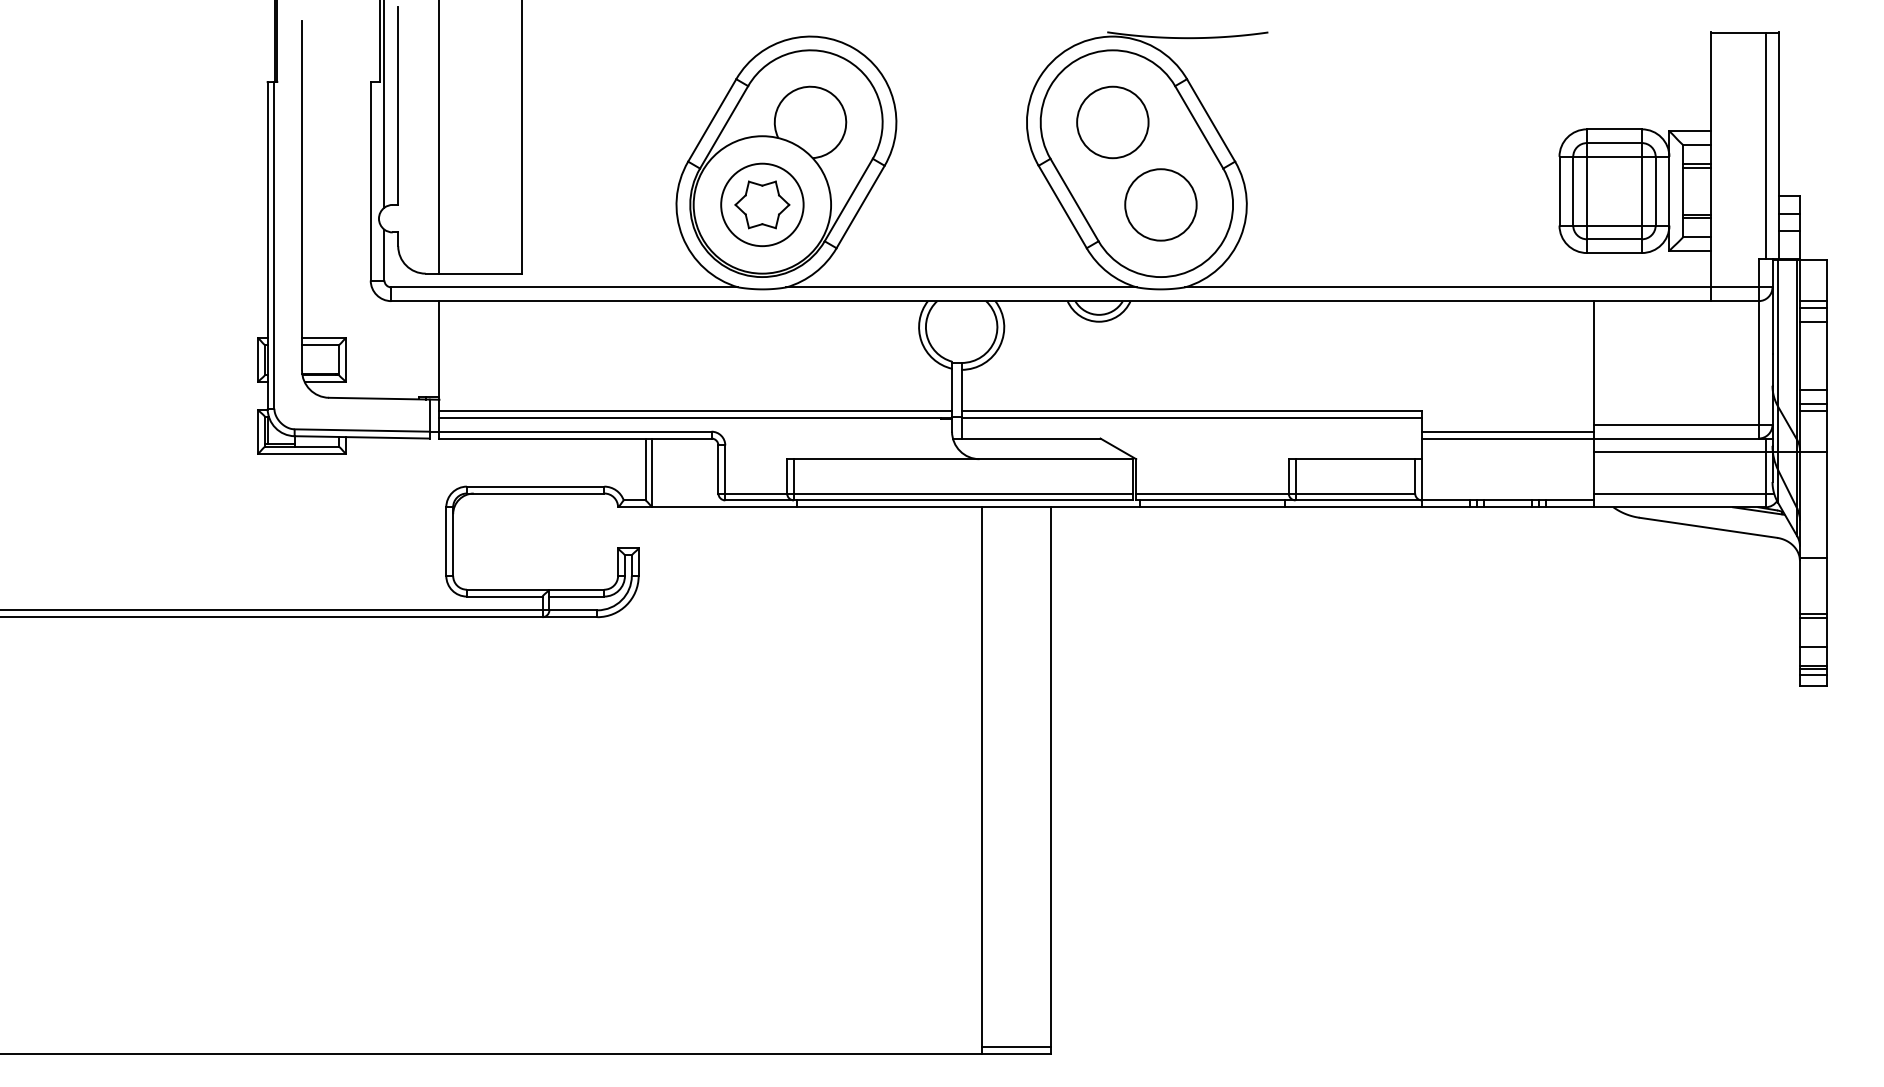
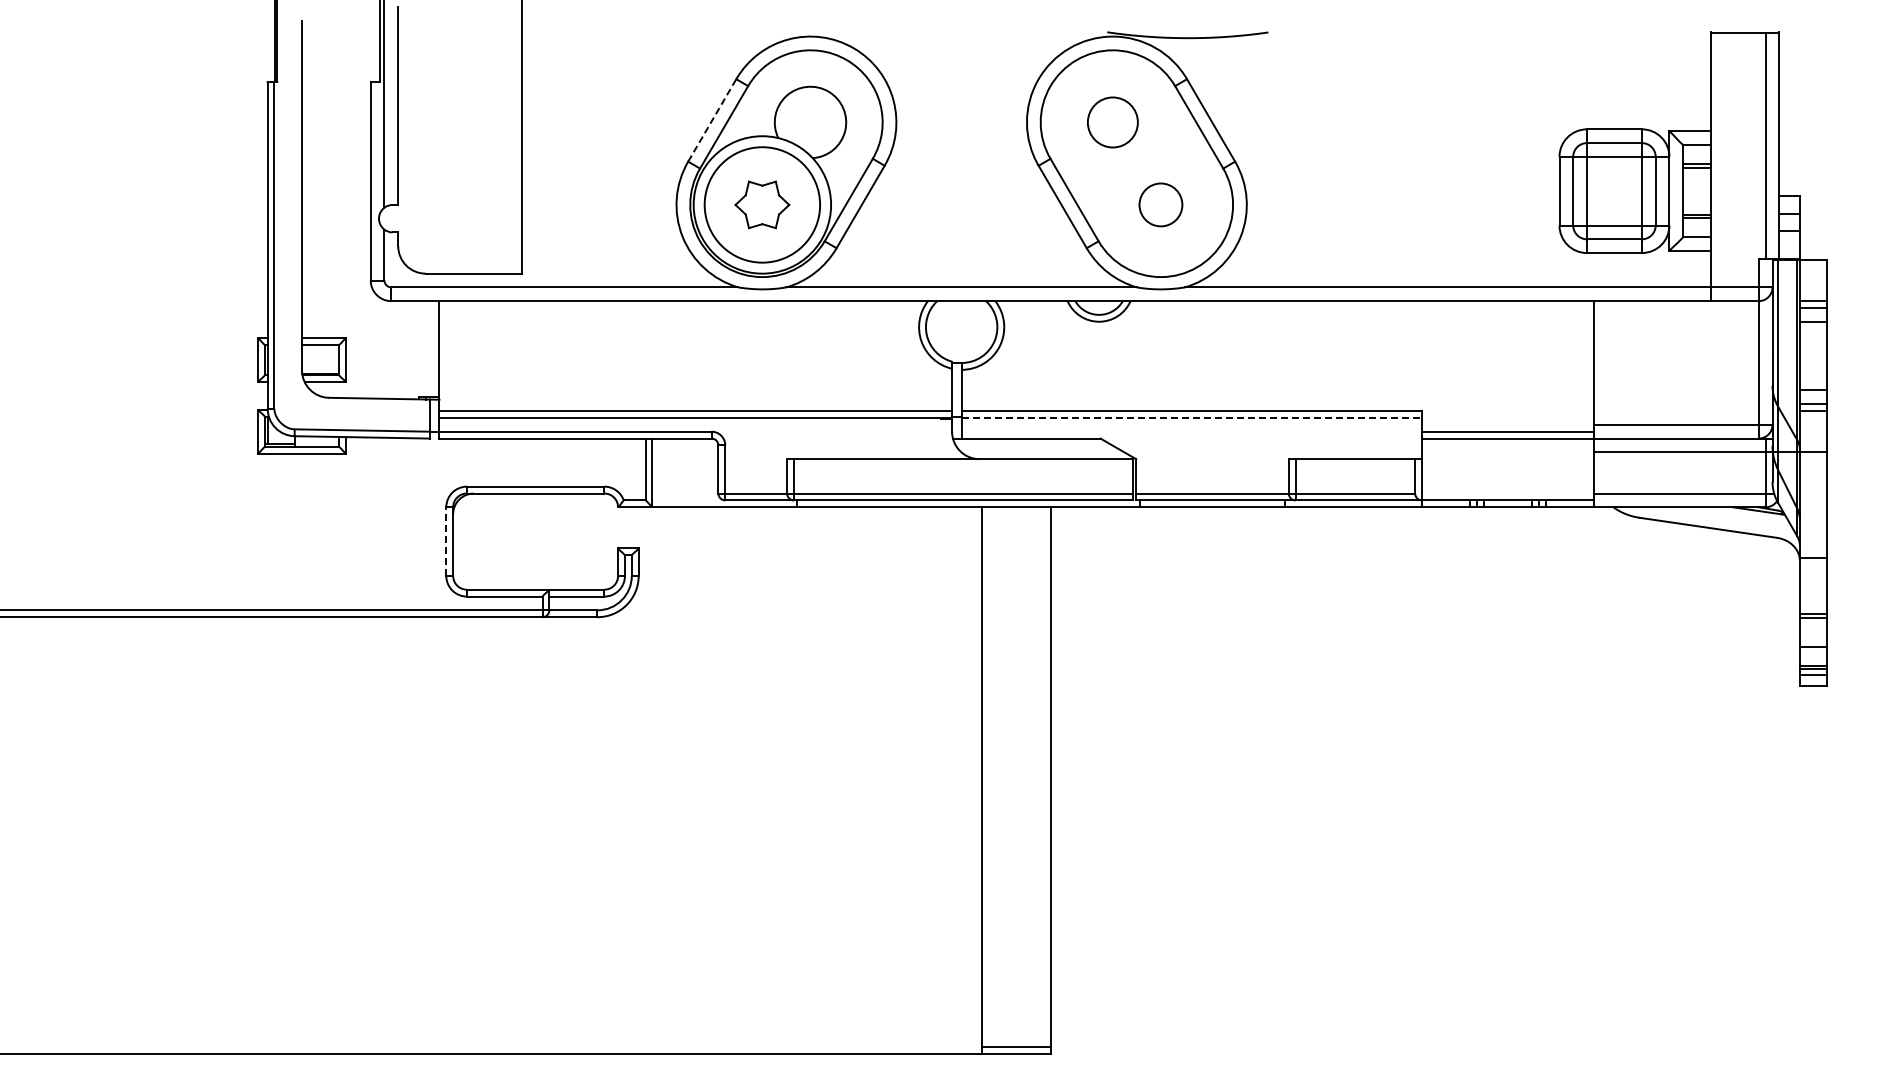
line at (712, 120): solid -> dashed
circle at (1112, 122) size: 74x75 px -> 52x53 px
line at (439, 137): present -> none
circle at (762, 204) diameter: 82 px -> 115 px
circle at (1160, 204) diameter: 71 px -> 43 px
line at (1192, 417): solid -> dashed
line at (446, 541): solid -> dashed
